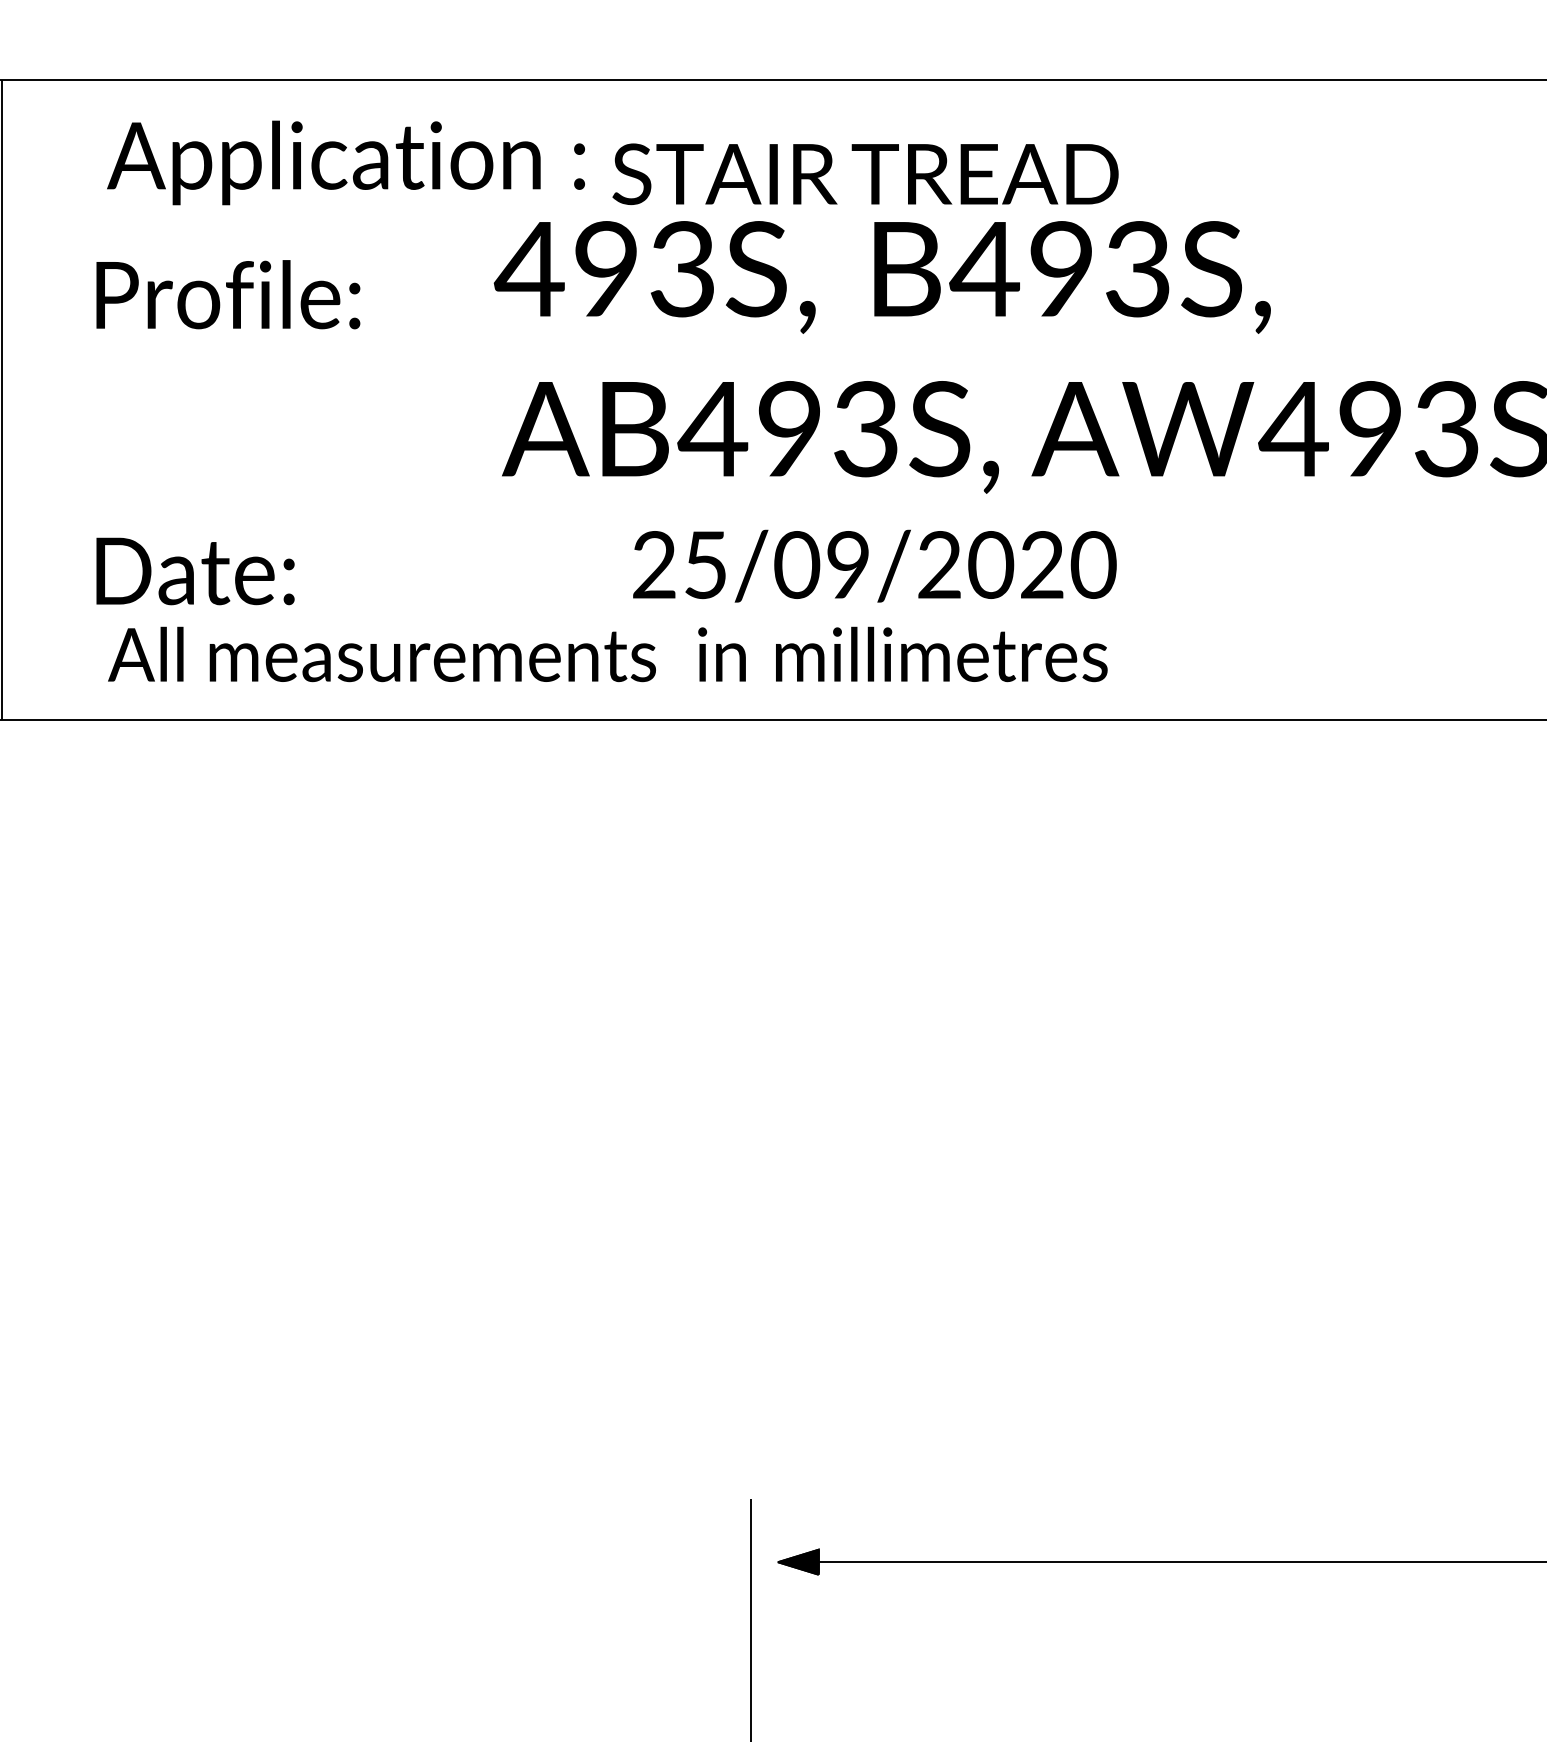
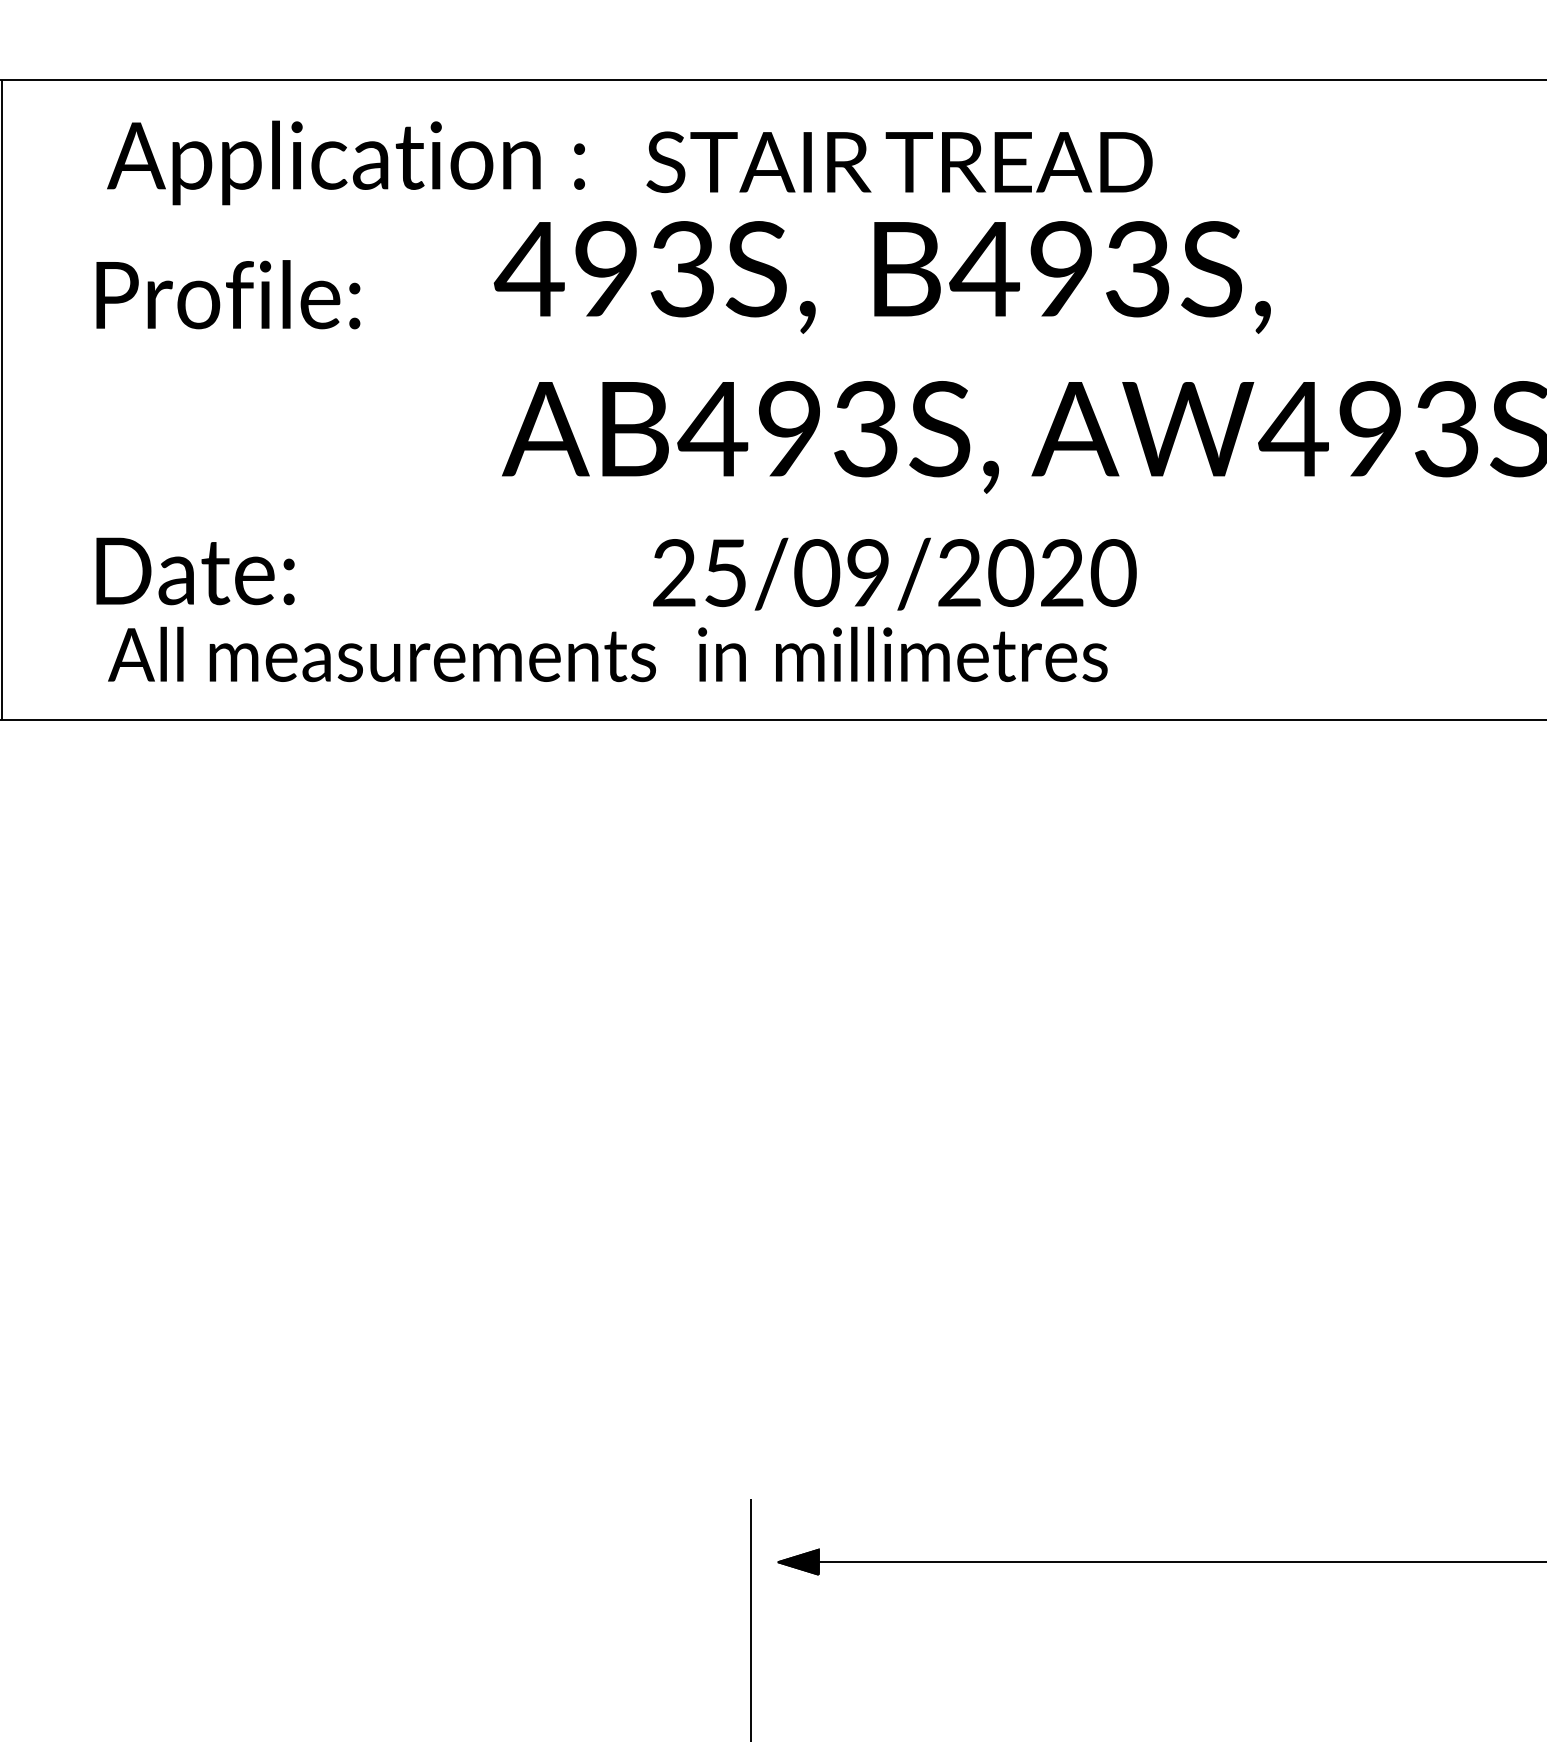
text at (865, 174) position: (865, 174) -> (899, 162)
text at (874, 565) position: (874, 565) -> (894, 573)
